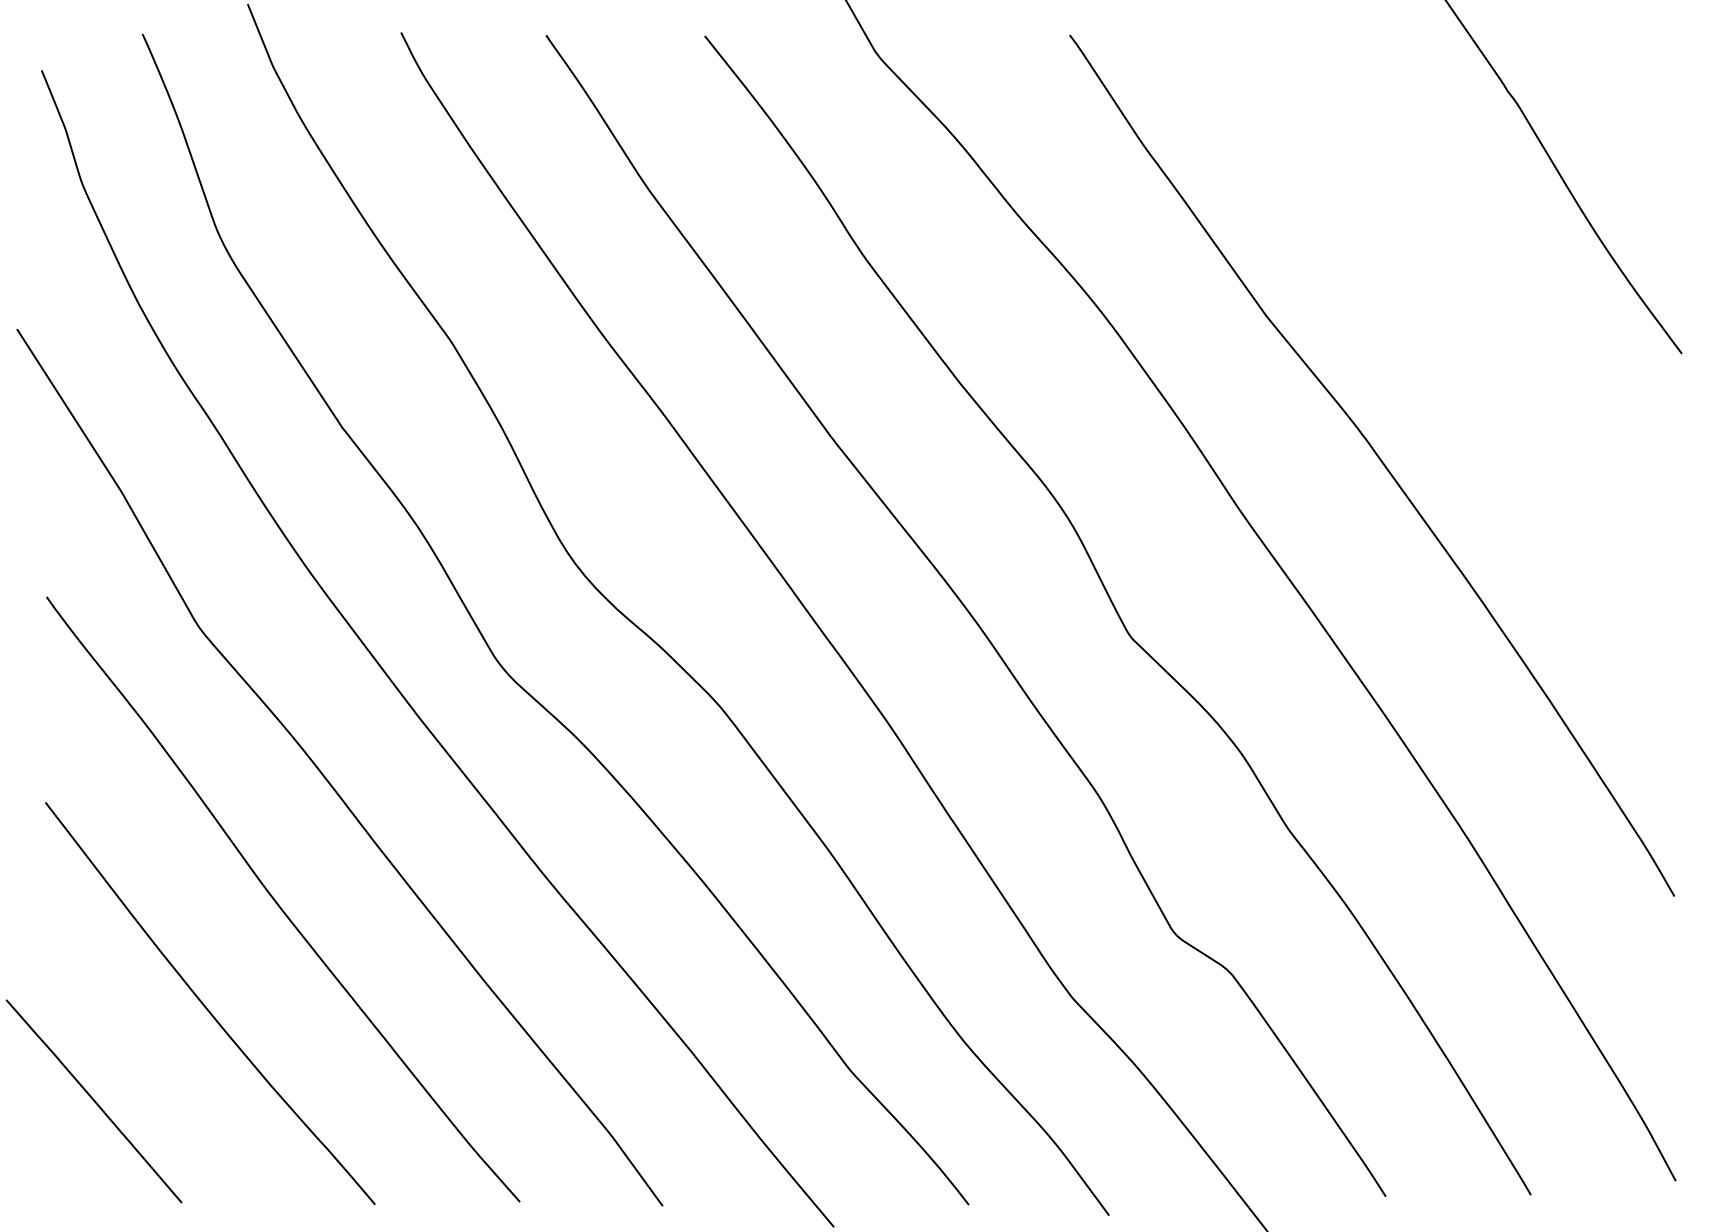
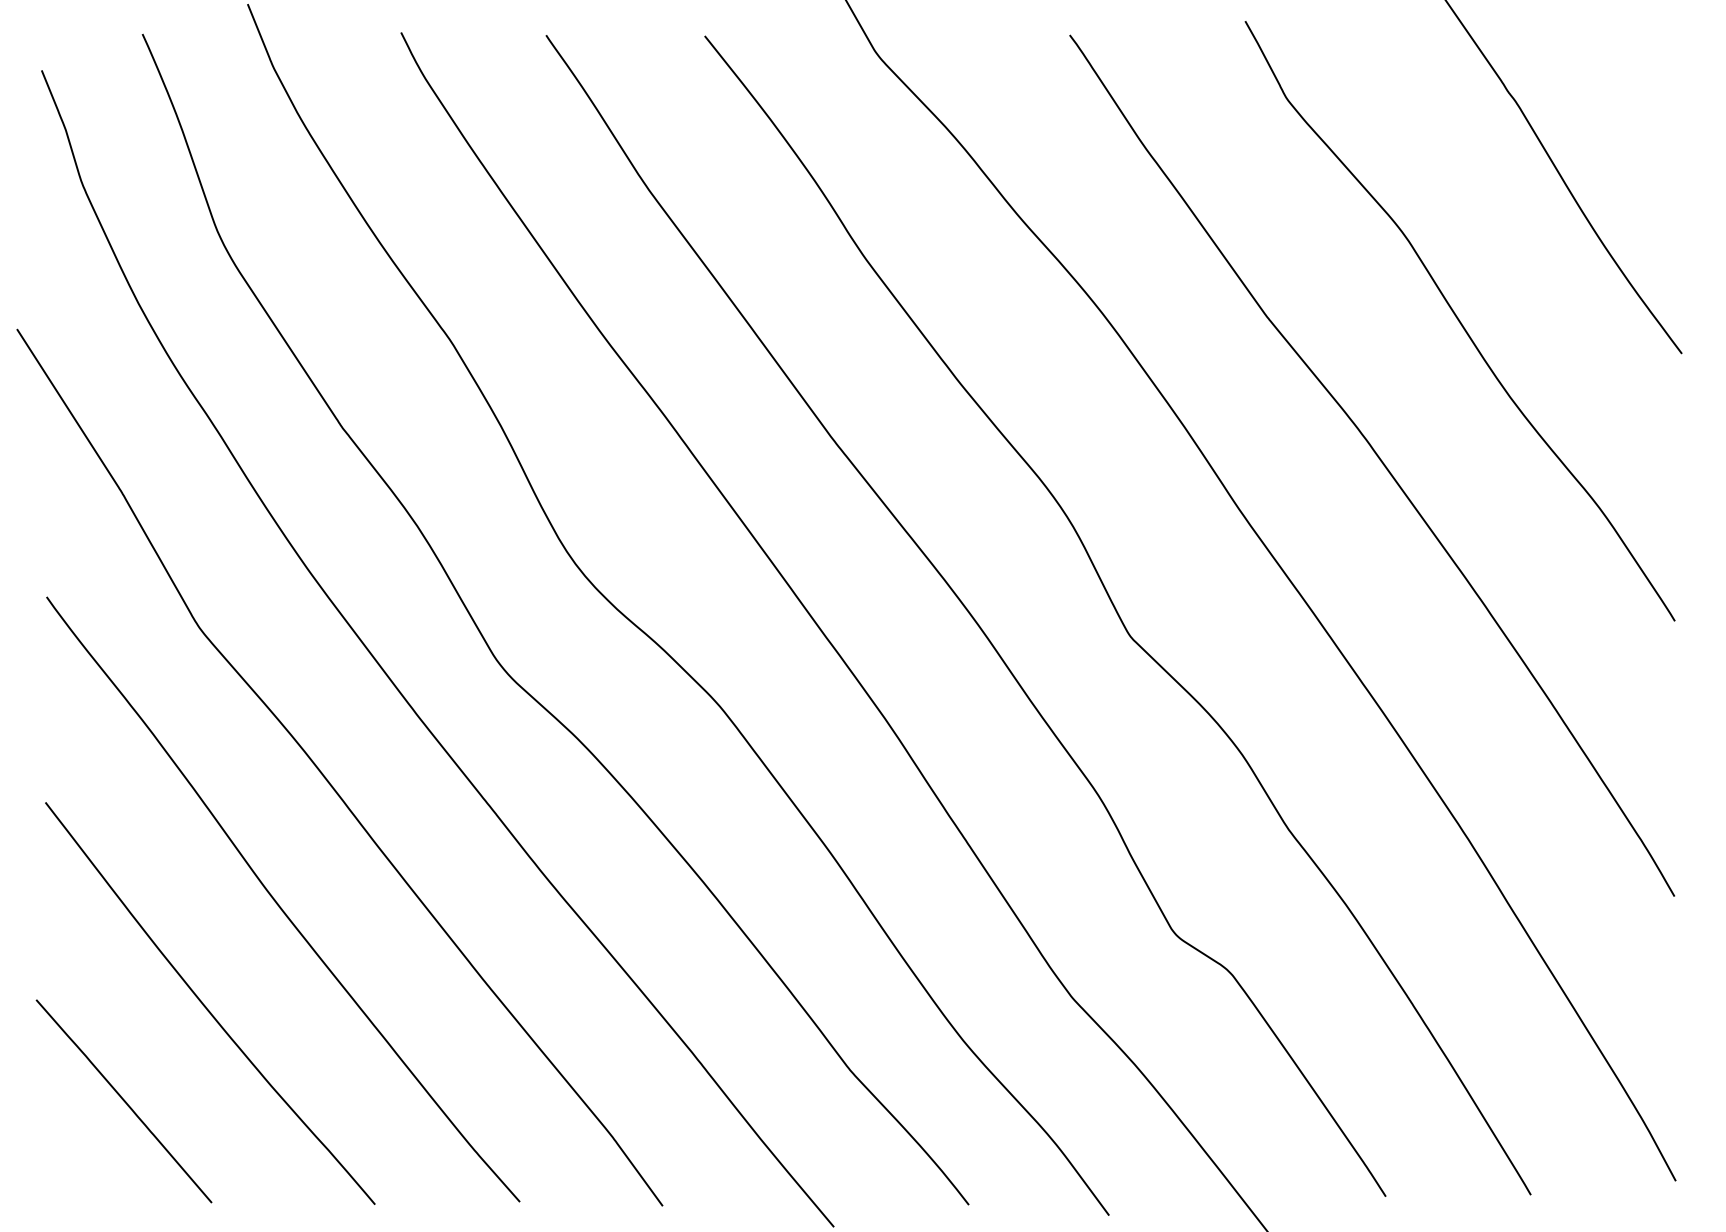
curve at (1459, 321): none -> present
line at (93, 1101) position: (93, 1101) -> (123, 1101)
